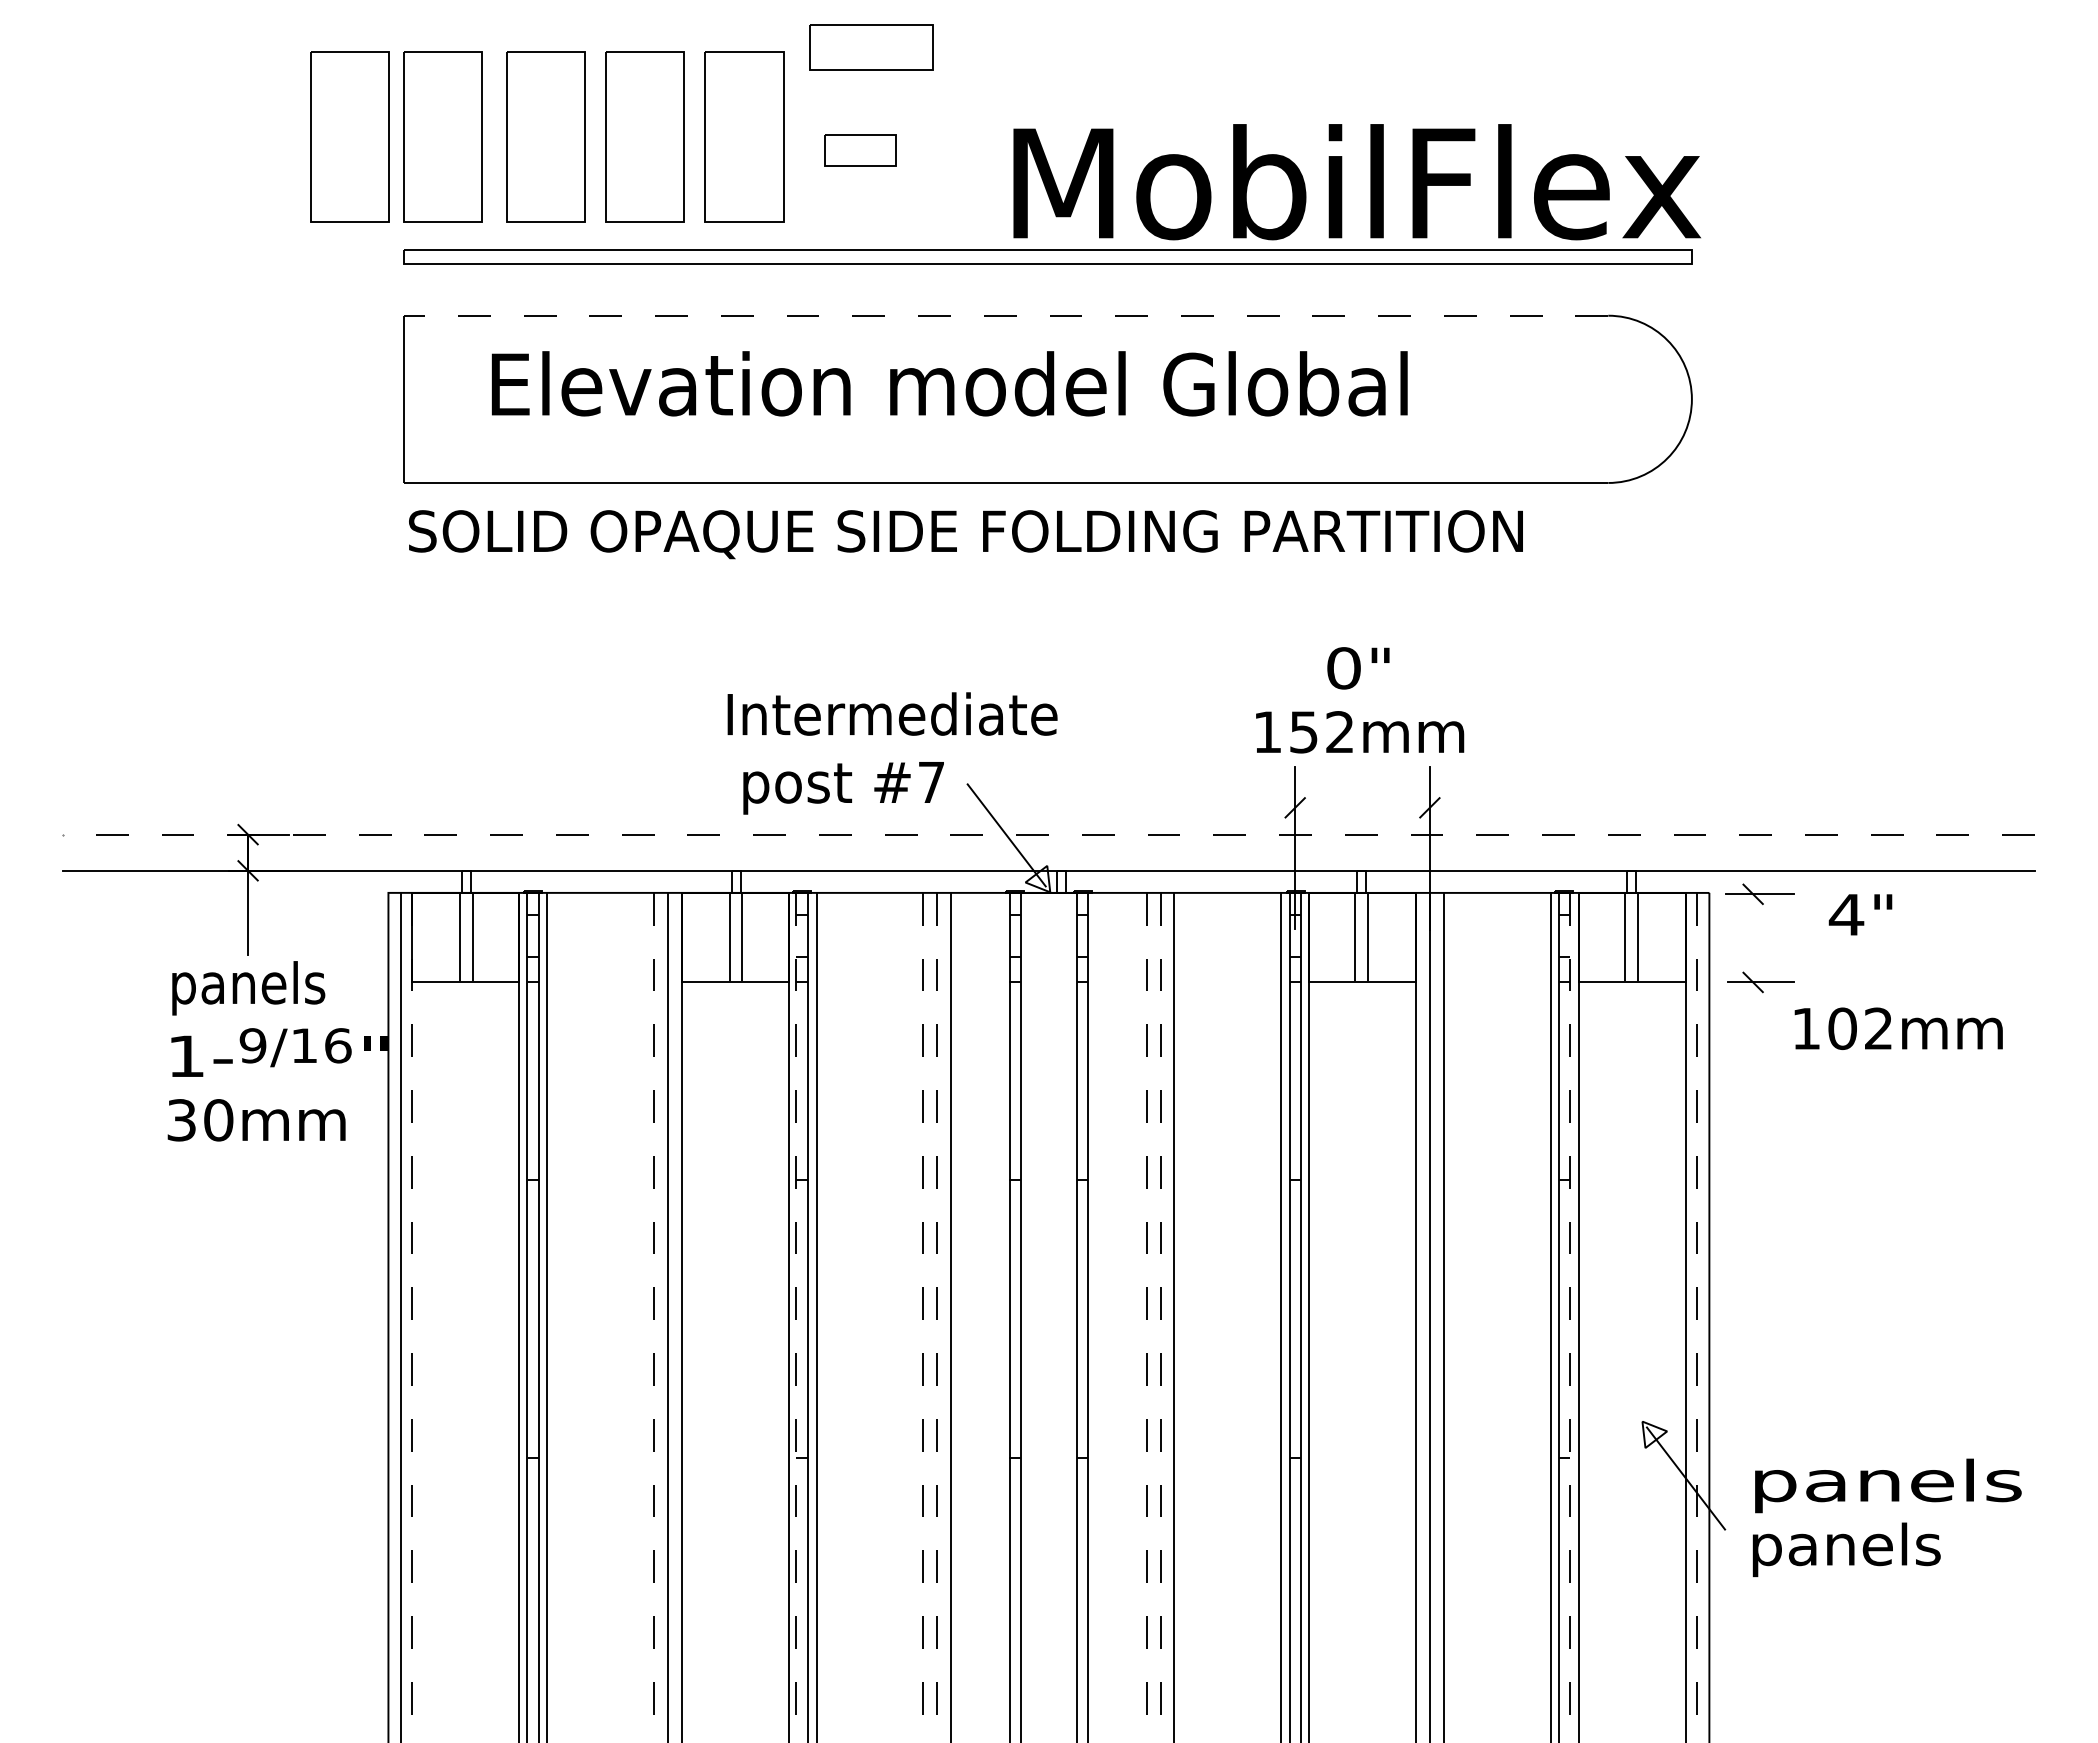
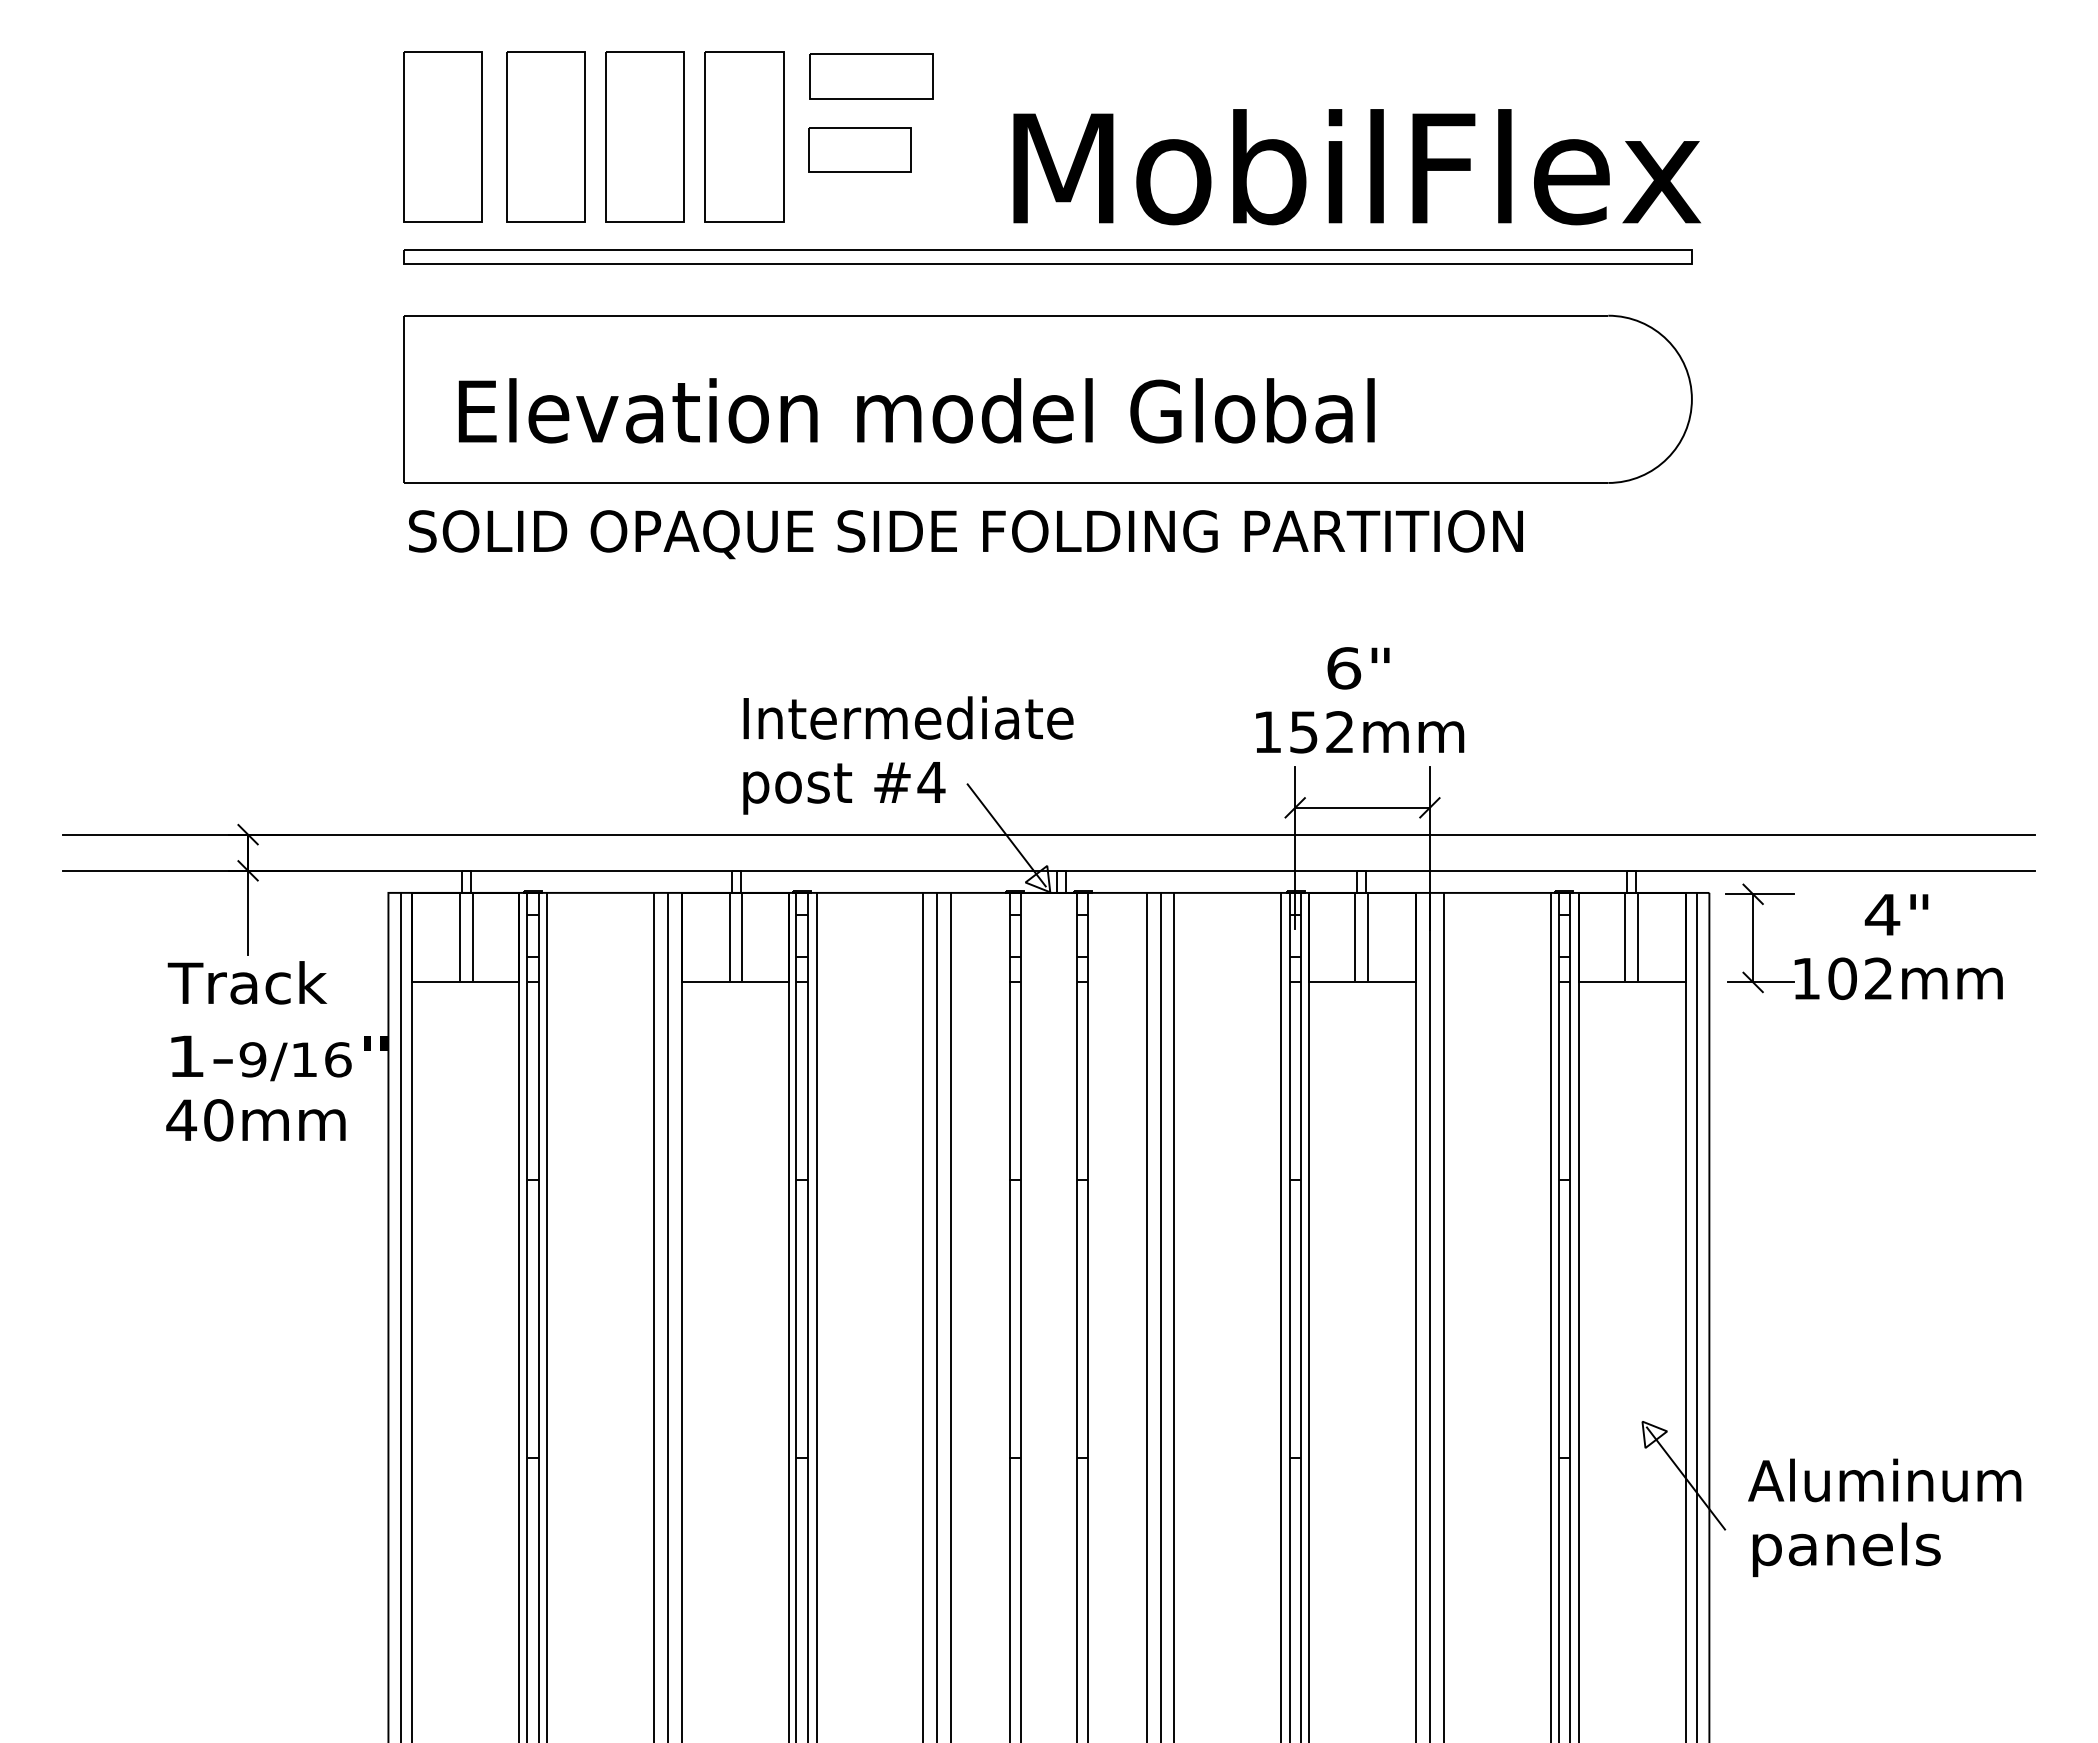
part at (871, 47) position: (871, 47) -> (871, 76)
part at (349, 136): present -> none
part at (860, 150) size: 73x33 px -> 104x46 px
text at (1356, 182) position: (1356, 182) -> (1356, 167)
line at (1005, 315): dashed -> solid
text at (949, 383) position: (949, 383) -> (916, 410)
text at (1344, 668): 0" -> 6"
text at (892, 713) position: (892, 713) -> (908, 717)
text at (931, 782): #7 -> #4
line at (1362, 807): none -> present
line at (1048, 835): dashed -> solid
text at (1860, 914) position: (1860, 914) -> (1896, 914)
line at (1753, 938): none -> present
text at (247, 988): panels -> Track
text at (1898, 1028) position: (1898, 1028) -> (1898, 978)
text at (295, 1047) position: (295, 1047) -> (295, 1061)
text at (181, 1120): 30mm -> 40mm
line at (412, 1317): dashed -> solid
line at (653, 1317): dashed -> solid
line at (796, 1317): dashed -> solid
line at (923, 1317): dashed -> solid
line at (936, 1317): dashed -> solid
line at (1147, 1317): dashed -> solid
line at (1160, 1317): dashed -> solid
line at (1570, 1317): dashed -> solid
line at (1697, 1317): dashed -> solid
text at (1884, 1485): panels -> Aluminum
